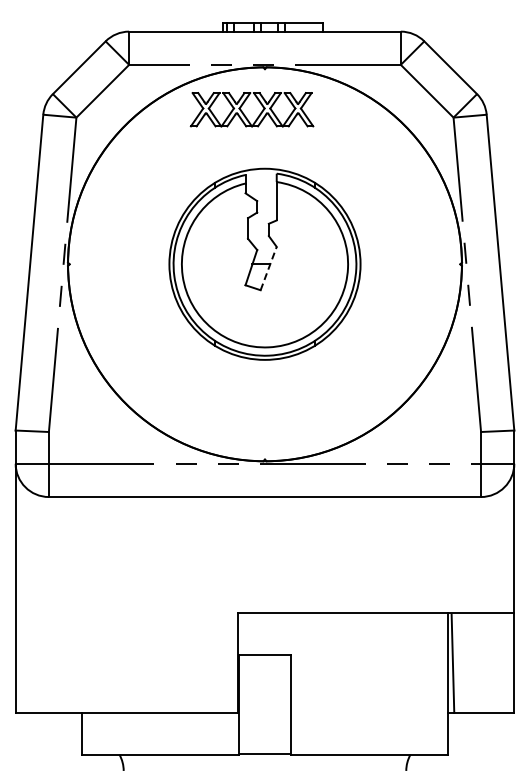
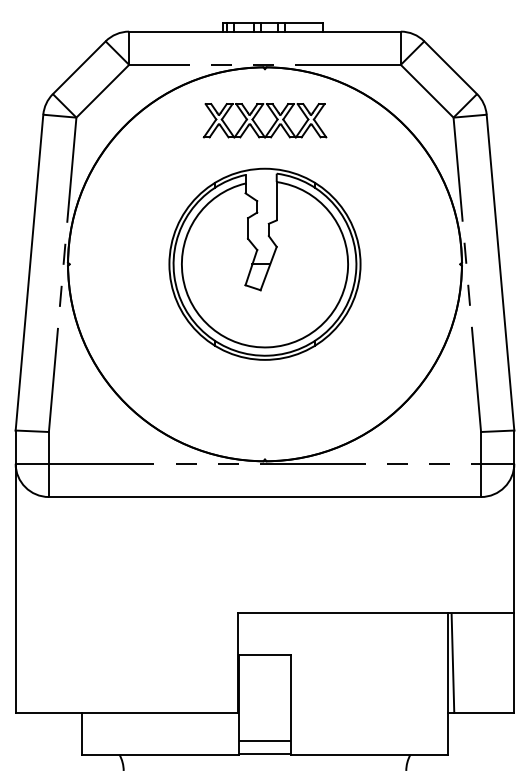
part at (244, 113) position: (244, 113) -> (257, 124)
line at (268, 268): dashed -> solid
line at (264, 740): none -> present
